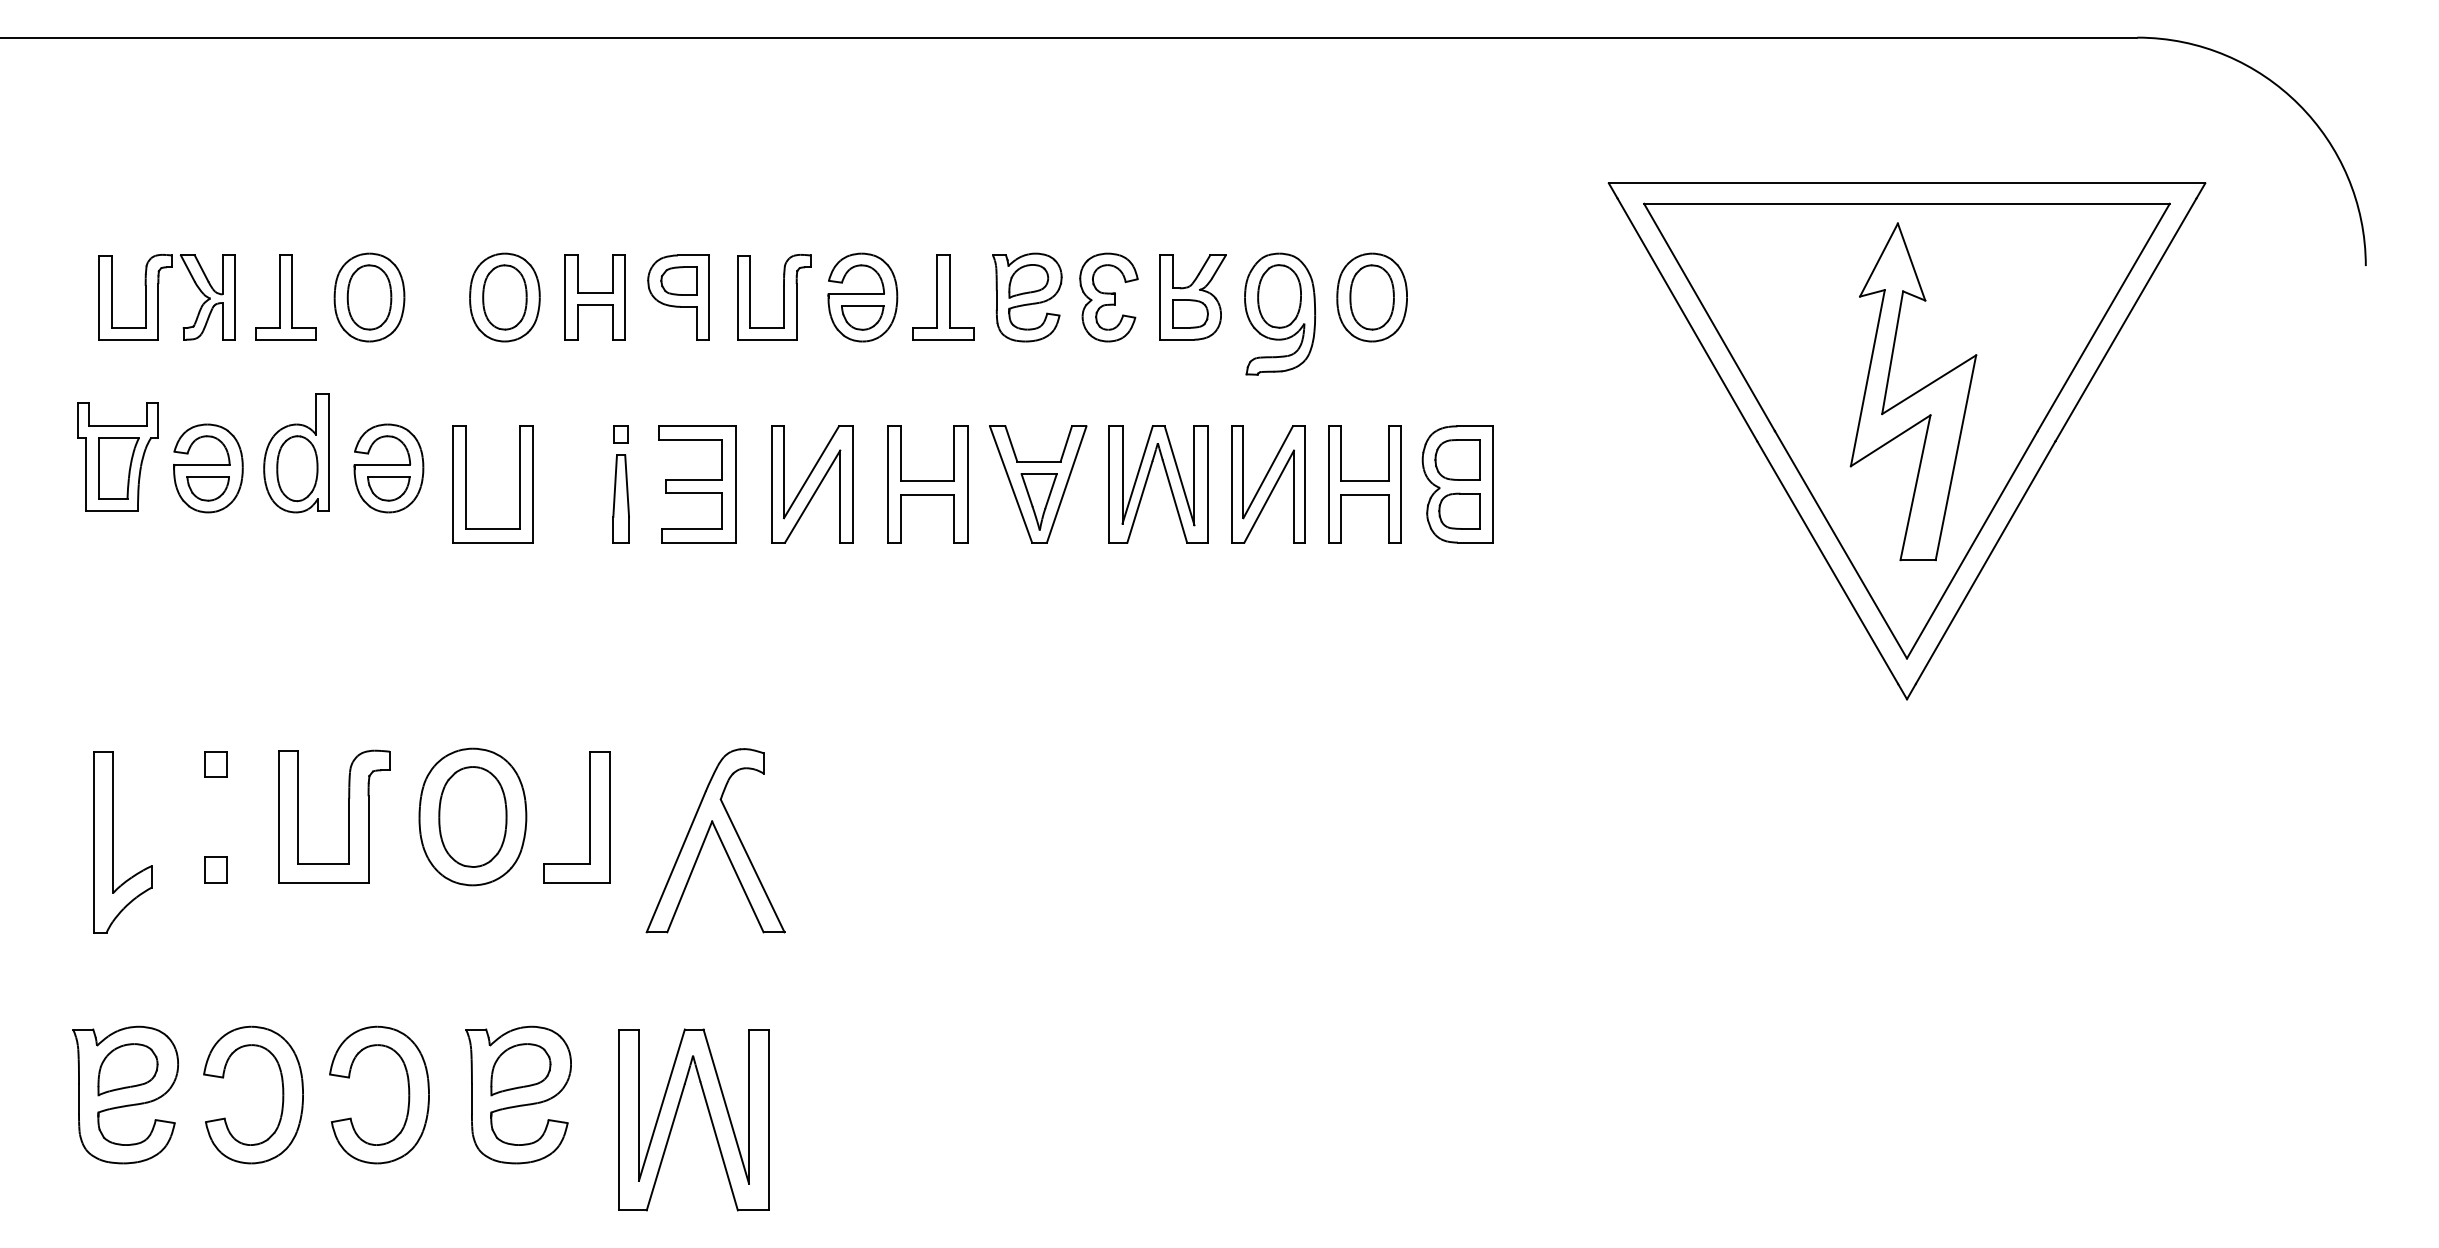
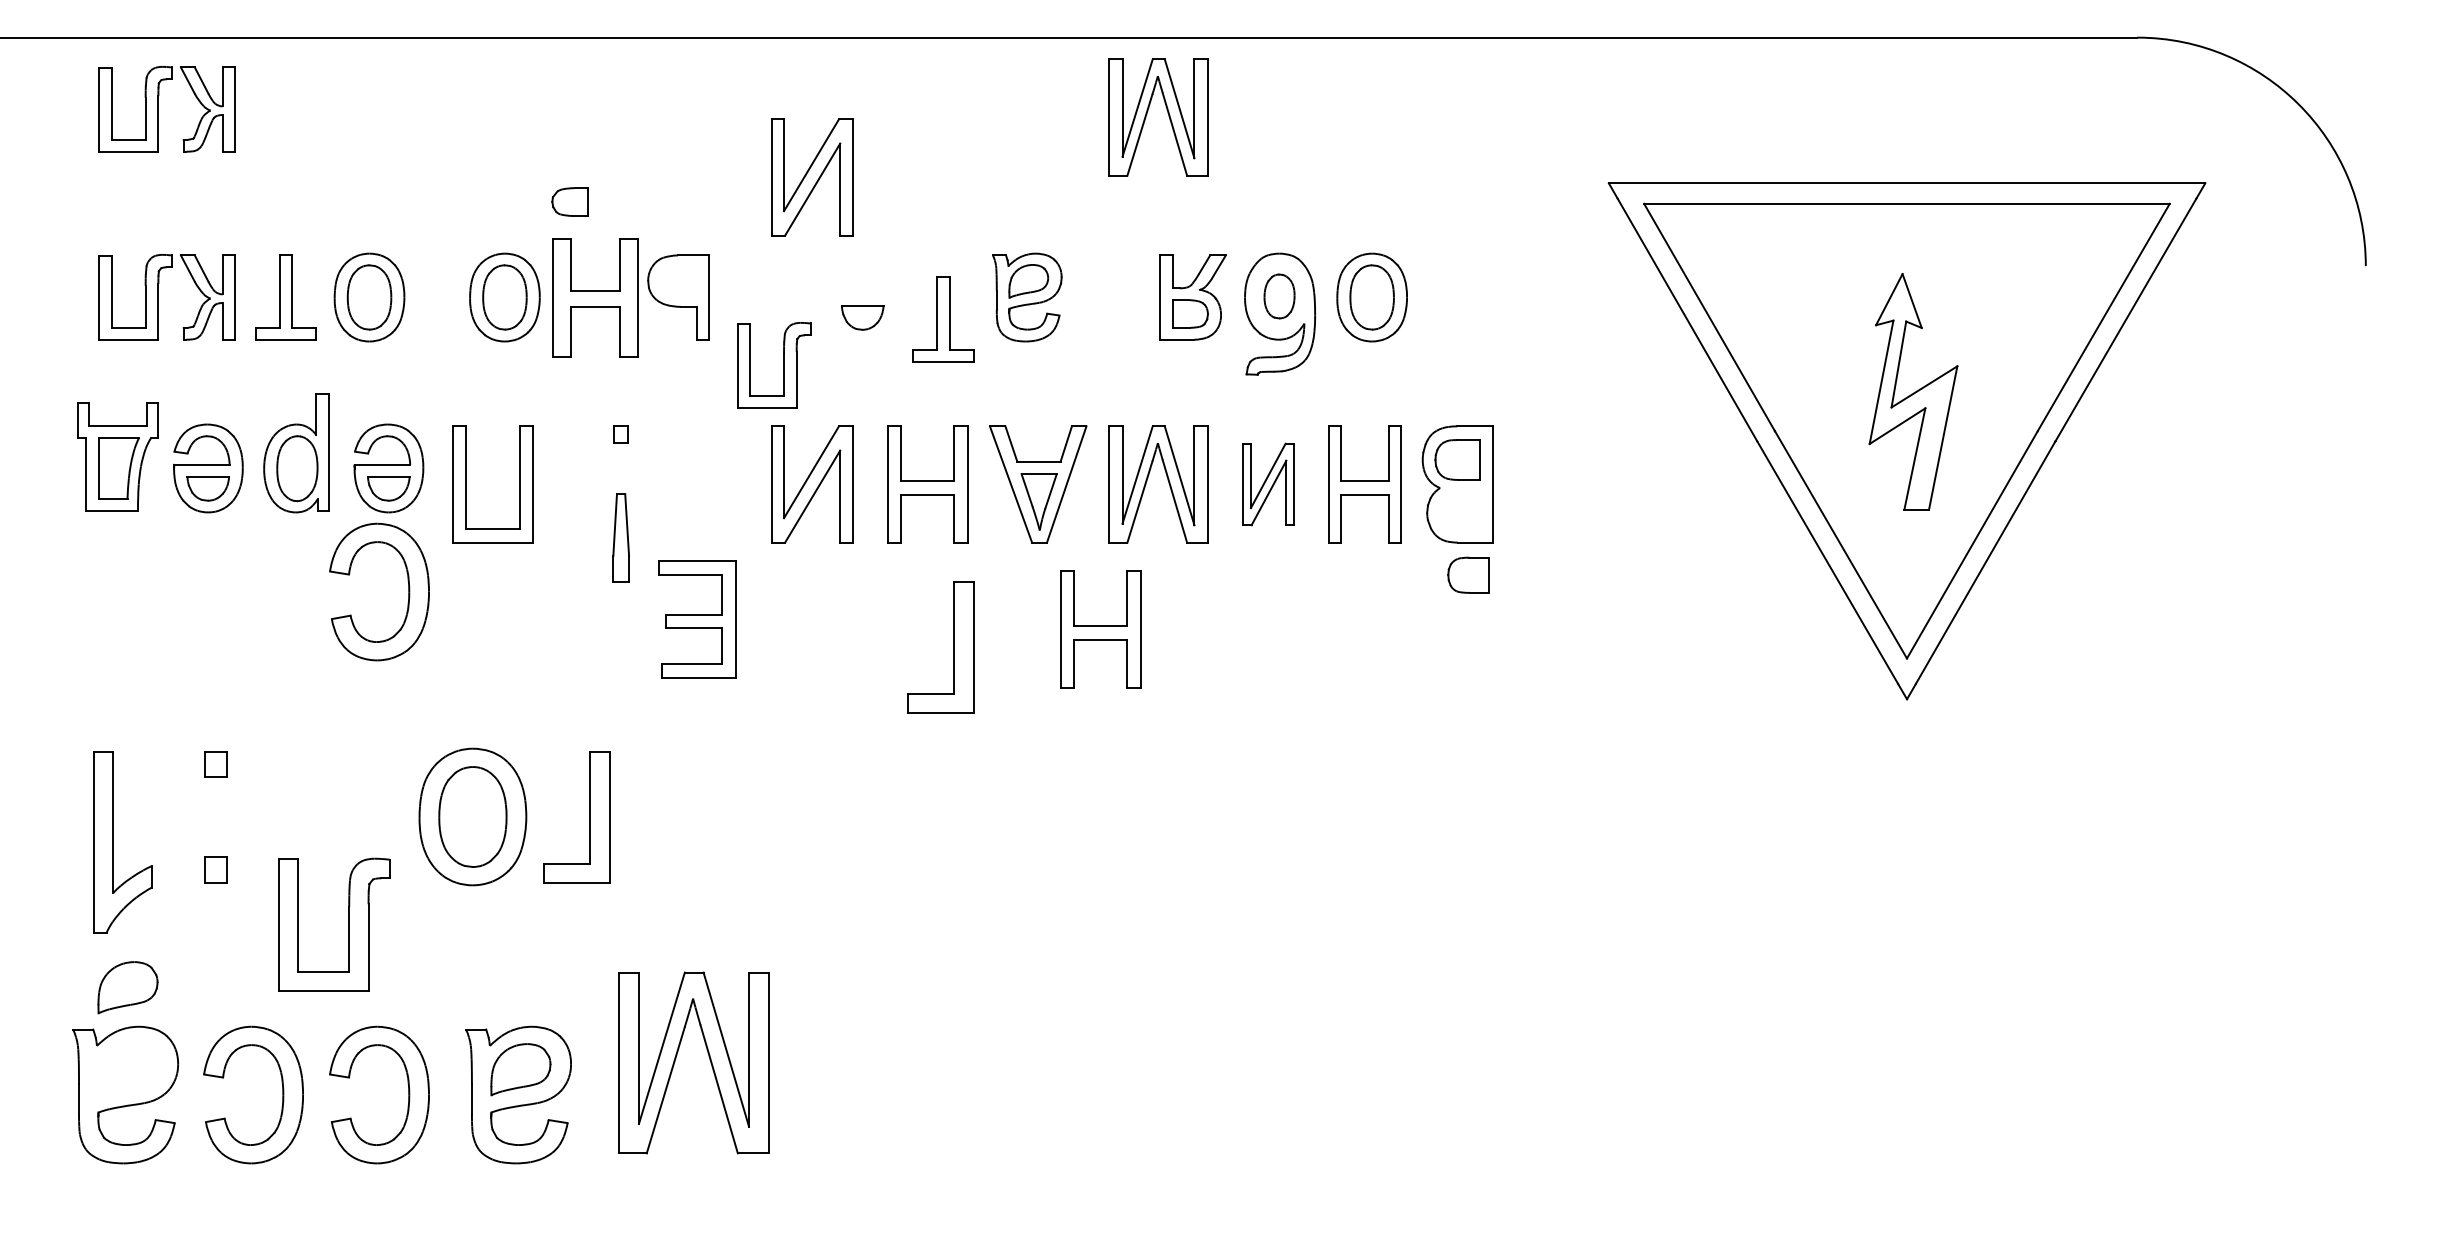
part at (158, 109): none -> present
part at (1167, 113): none -> present
part at (812, 177): none -> present
part at (678, 280) position: (678, 280) -> (569, 201)
part at (1279, 296) size: 45x65 px -> 33x47 px
part at (594, 297) size: 62x87 px -> 87x120 px
part at (783, 297) position: (783, 297) -> (783, 365)
part at (862, 297): present -> none
part at (943, 297) position: (943, 297) -> (943, 319)
part at (1108, 297): present -> none
part at (1913, 391) size: 129x340 px -> 91x238 px
part at (697, 484) position: (697, 484) -> (697, 619)
part at (1268, 484) size: 75x119 px -> 53x85 px
part at (620, 498) position: (620, 498) -> (620, 537)
part at (1459, 510) position: (1459, 510) -> (1468, 574)
part at (408, 591): none -> present
part at (1100, 629): none -> present
part at (953, 647): none -> present
part at (348, 816) position: (348, 816) -> (348, 924)
part at (715, 840): present -> none
part at (127, 1069) position: (127, 1069) -> (127, 987)
part at (709, 1117) position: (709, 1117) -> (709, 1060)
